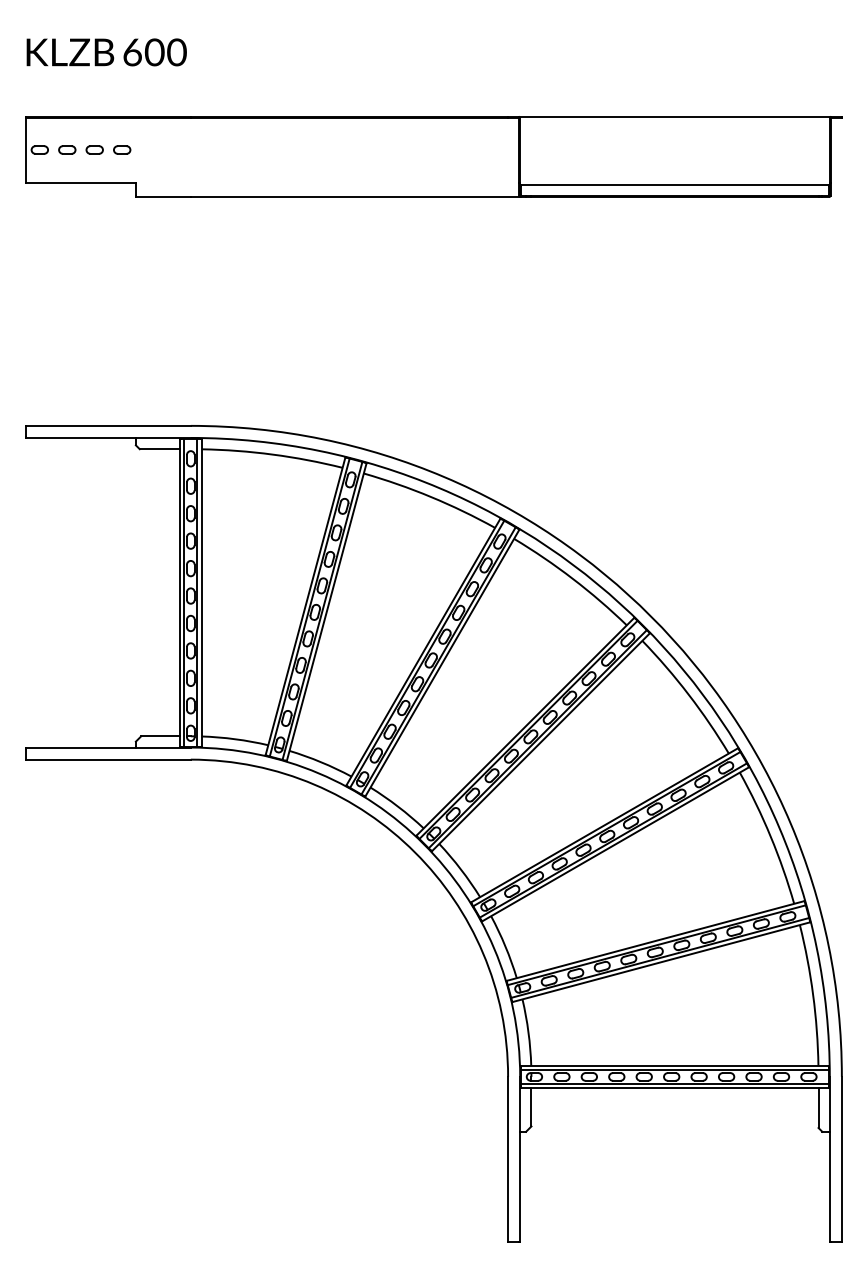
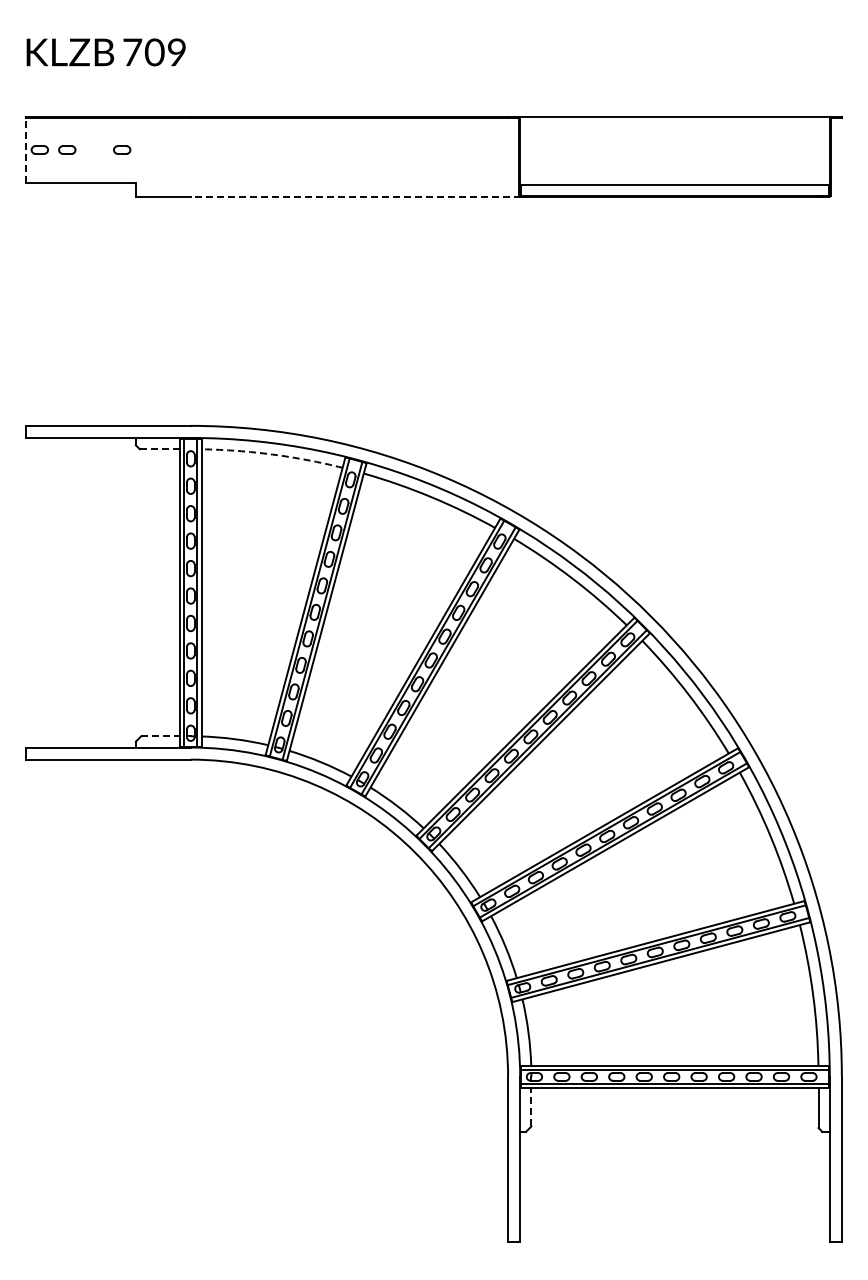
text at (154, 52): 600 -> 709
part at (94, 149): present -> none
line at (26, 150): solid -> dashed
line at (355, 196): solid -> dashed
line at (160, 449): solid -> dashed
arc at (272, 454): solid -> dashed
line at (161, 736): solid -> dashed
line at (531, 1106): solid -> dashed
